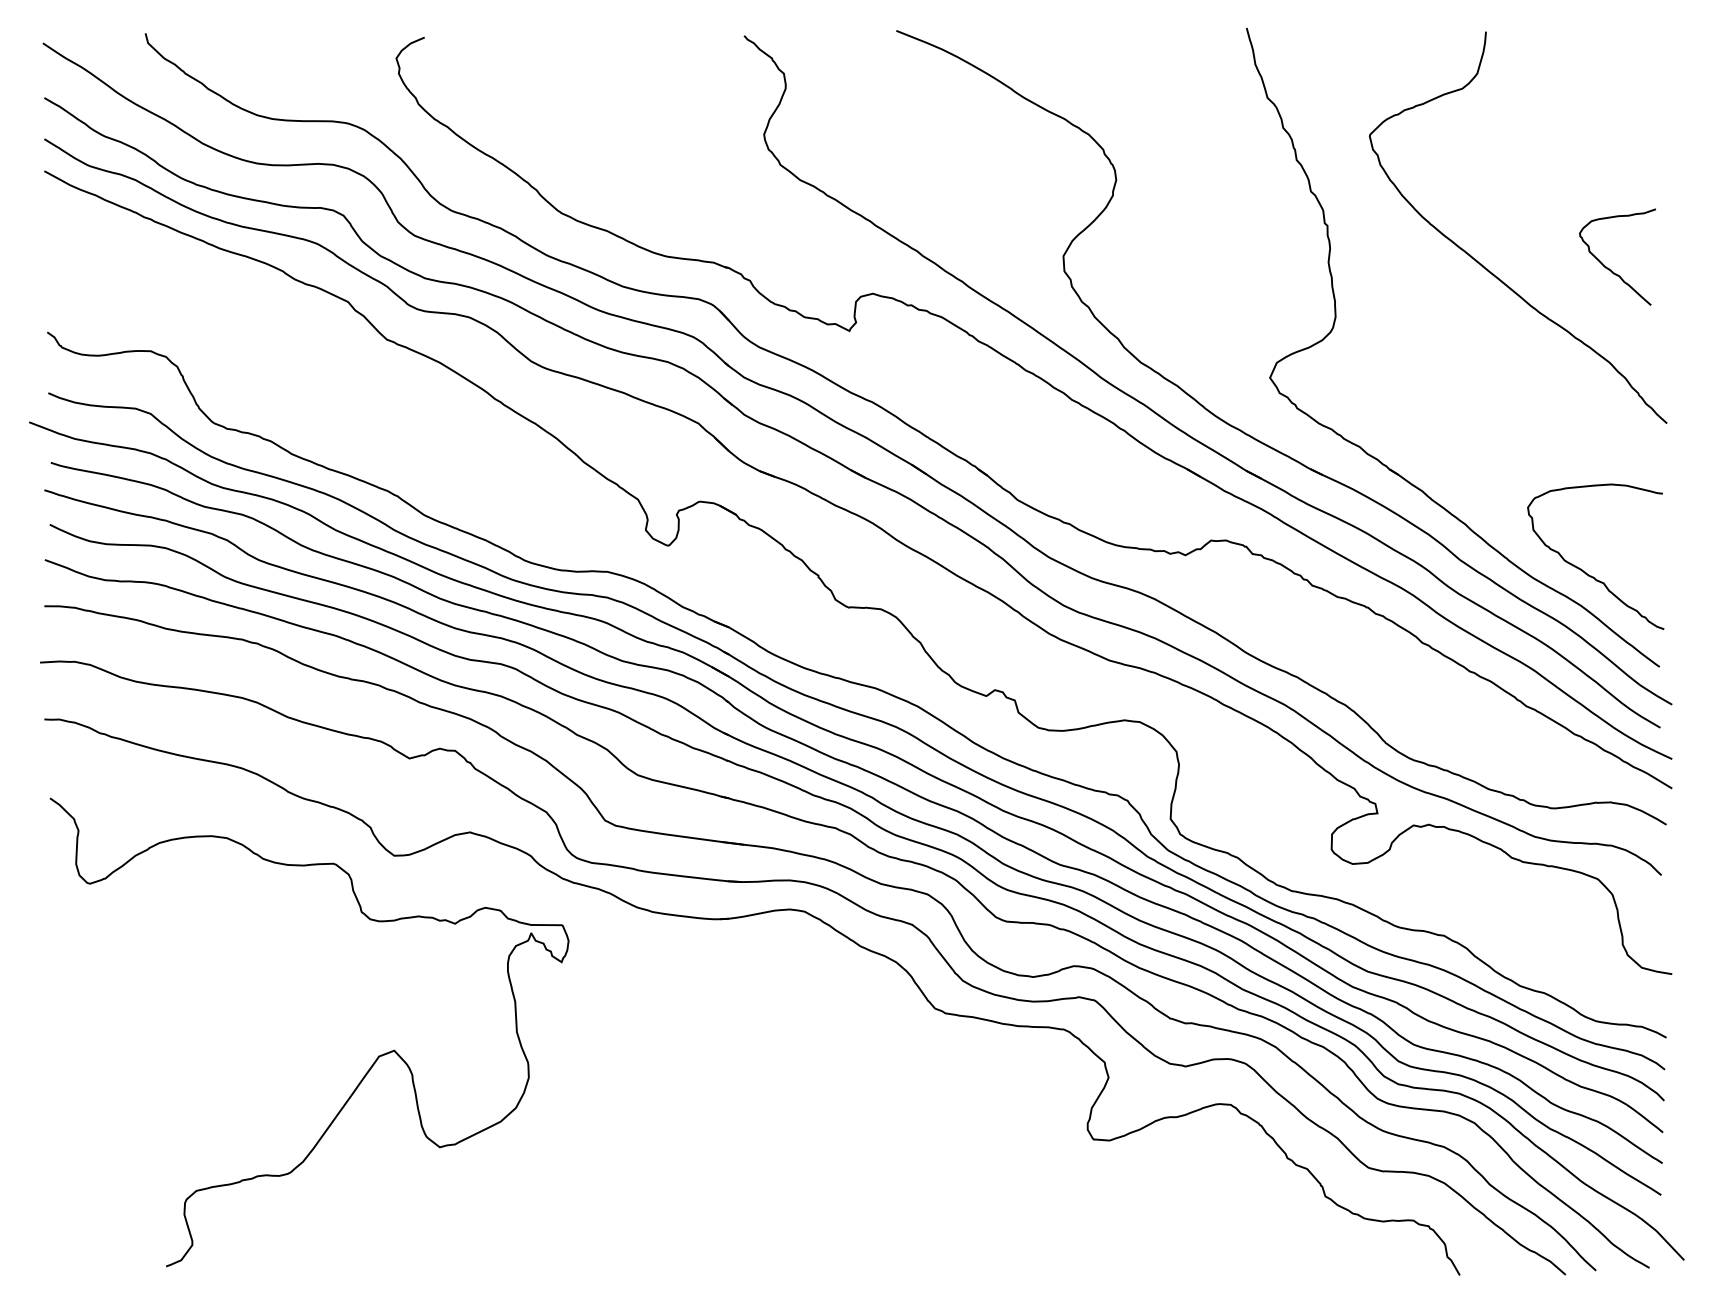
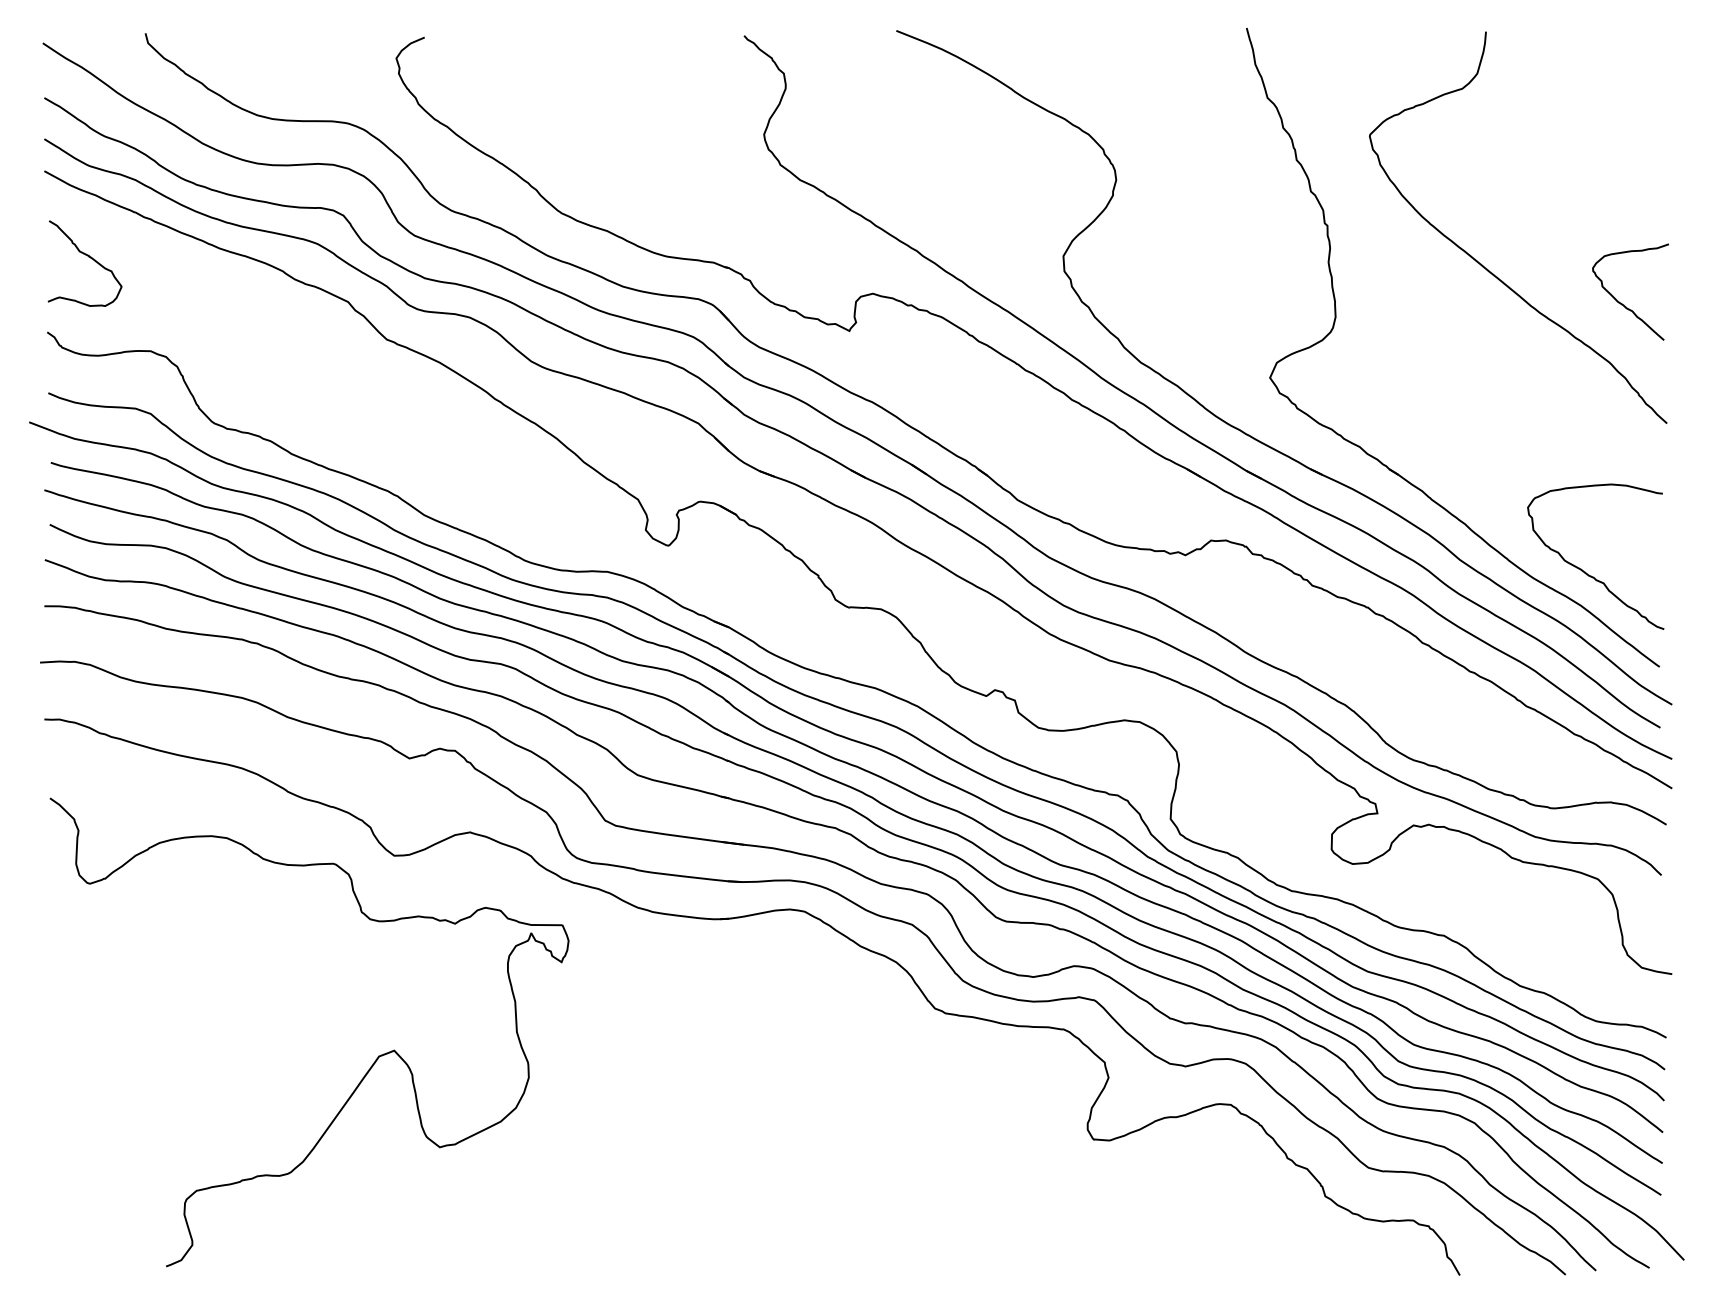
curve at (88, 257): none -> present
curve at (1609, 268) position: (1609, 268) -> (1622, 303)
